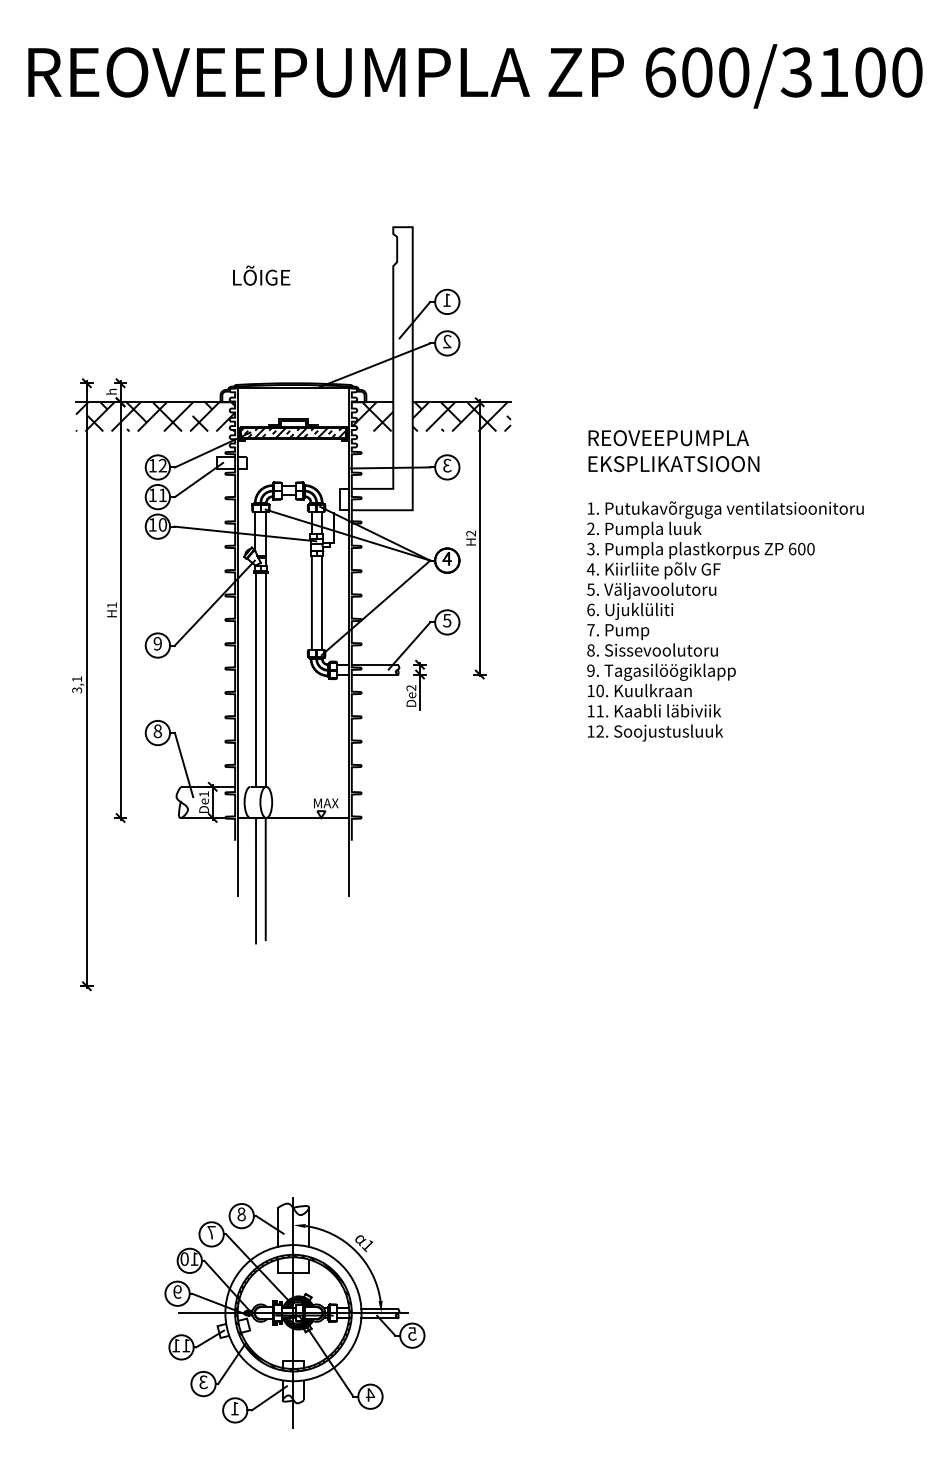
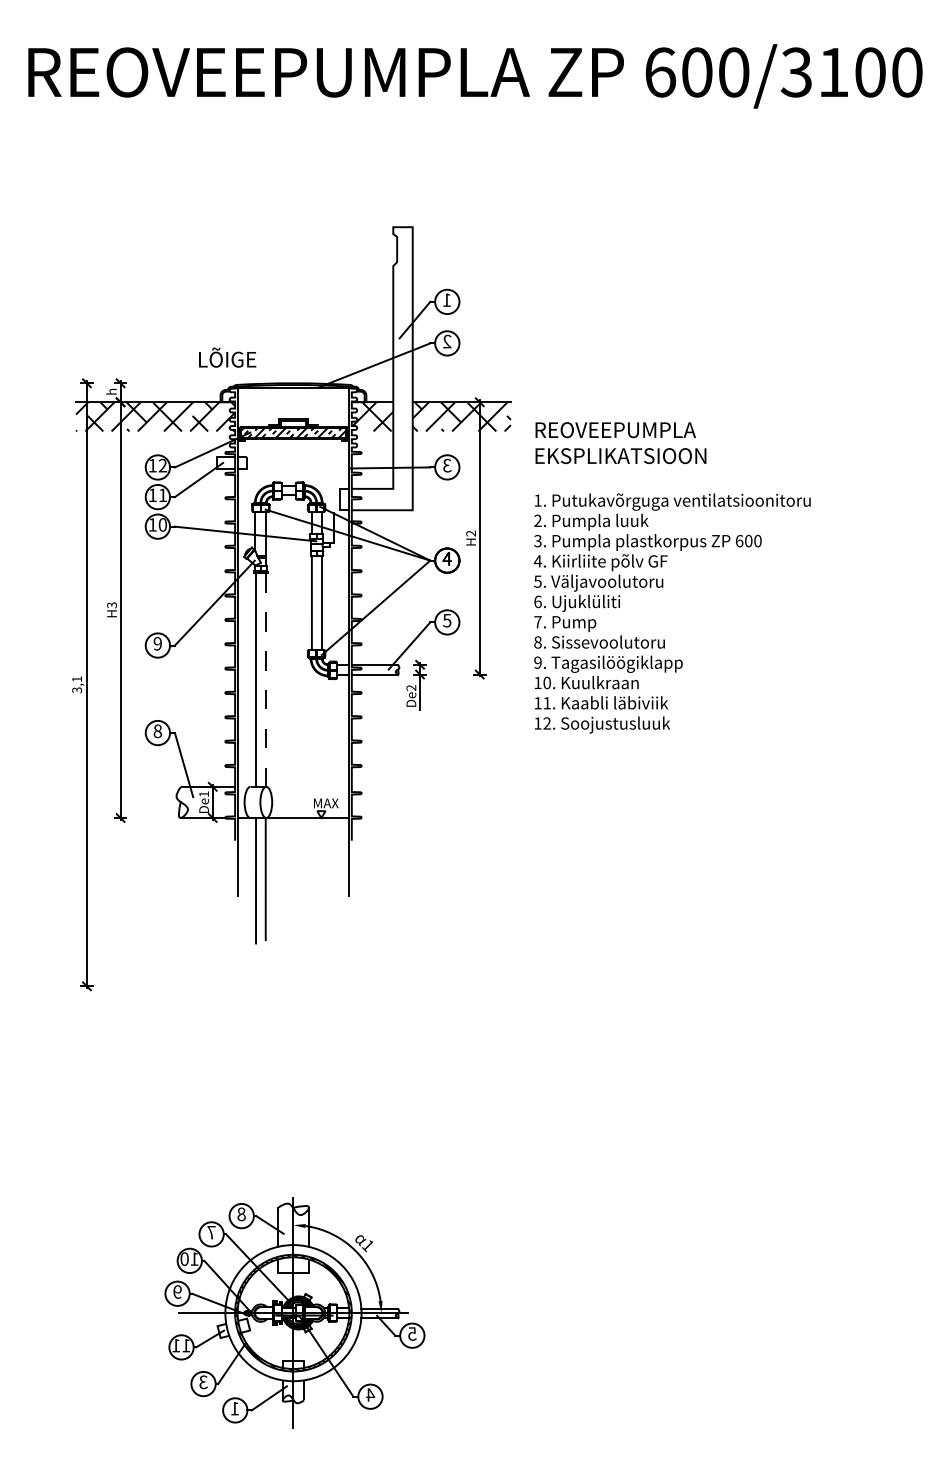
text at (261, 275) position: (261, 275) -> (227, 357)
text at (724, 585) position: (724, 585) -> (671, 577)
text at (111, 605): H1 -> H3
line at (265, 680): solid -> dashed
